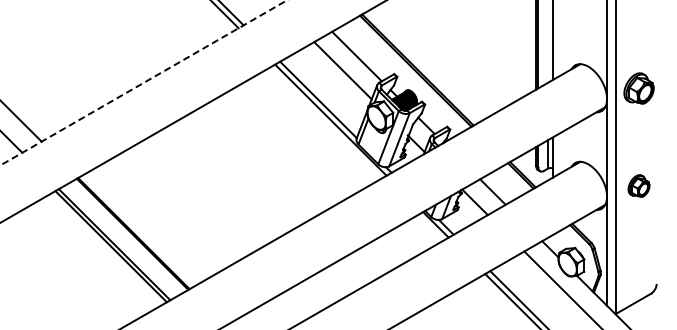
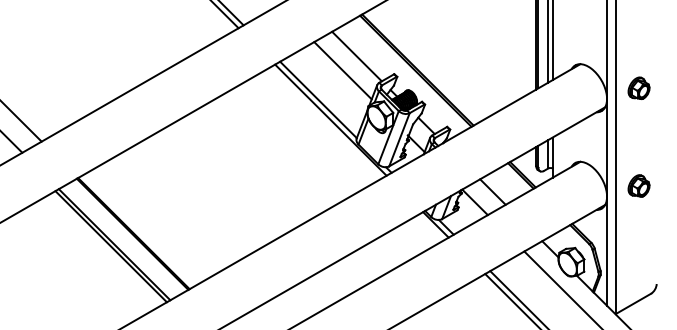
line at (548, 42): none -> present
line at (143, 82): dashed -> solid
part at (638, 88) size: 32x33 px -> 24x24 px
